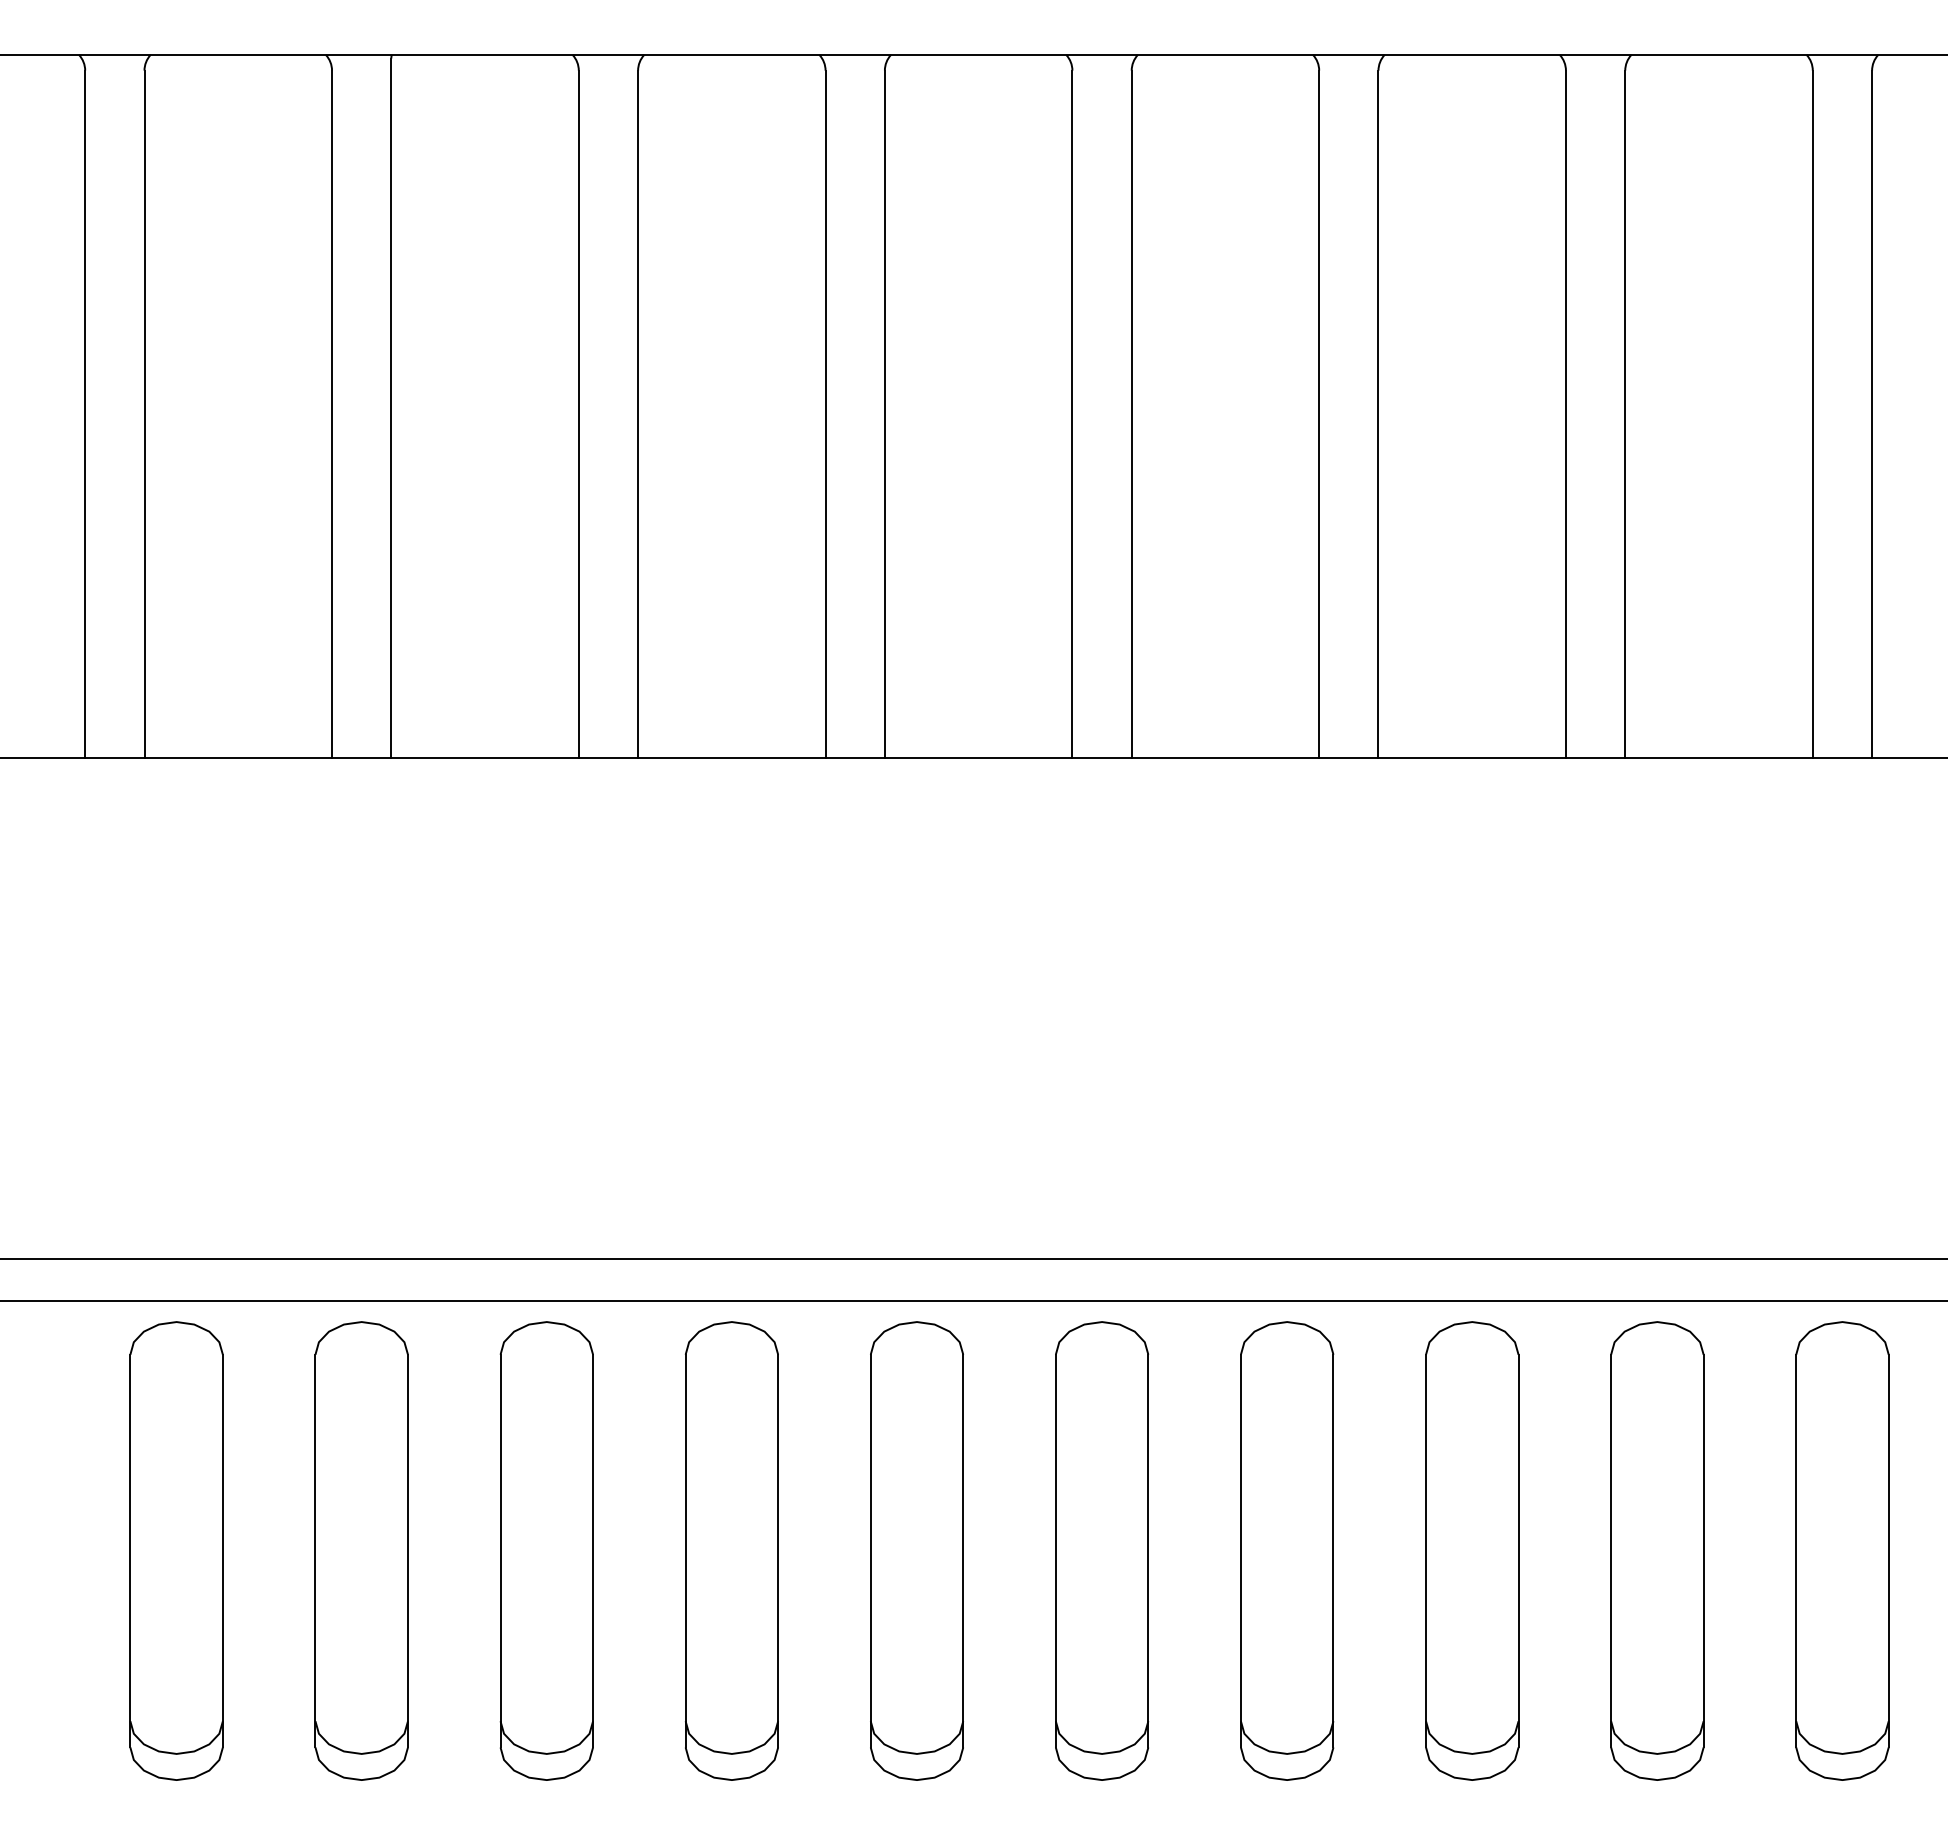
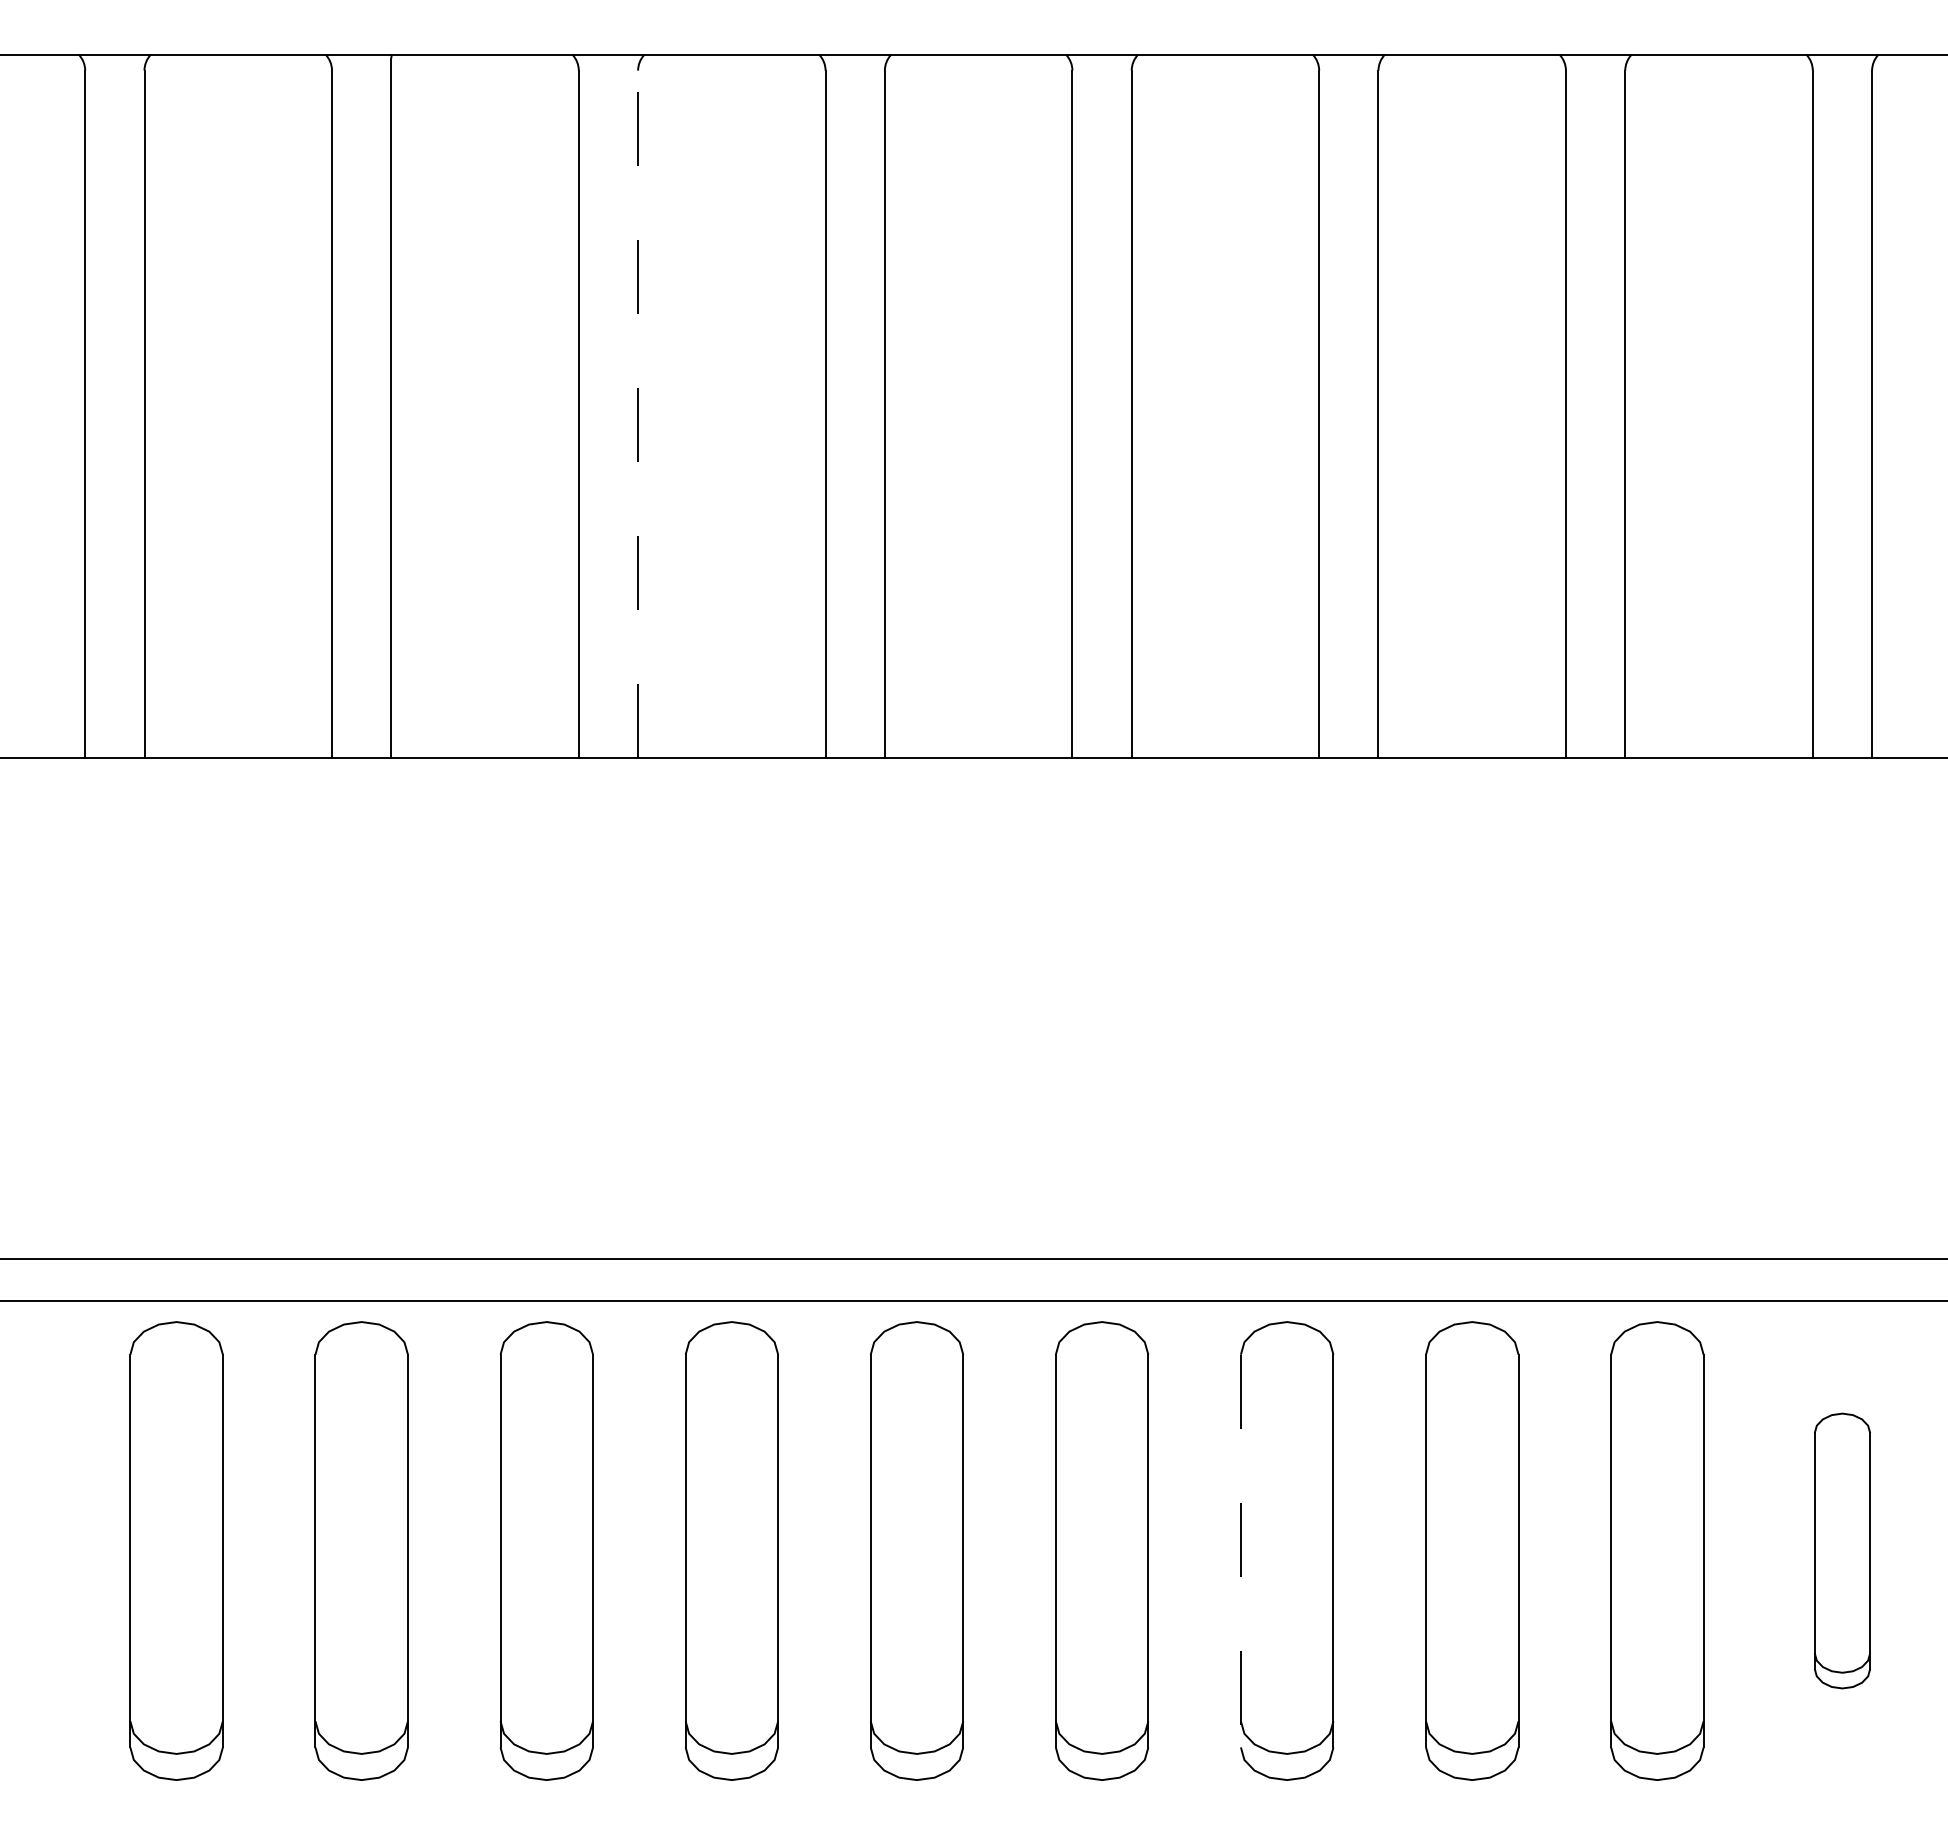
line at (638, 414): solid -> dashed
part at (1842, 1550) size: 95x460 px -> 57x278 px
line at (1240, 1551): solid -> dashed
